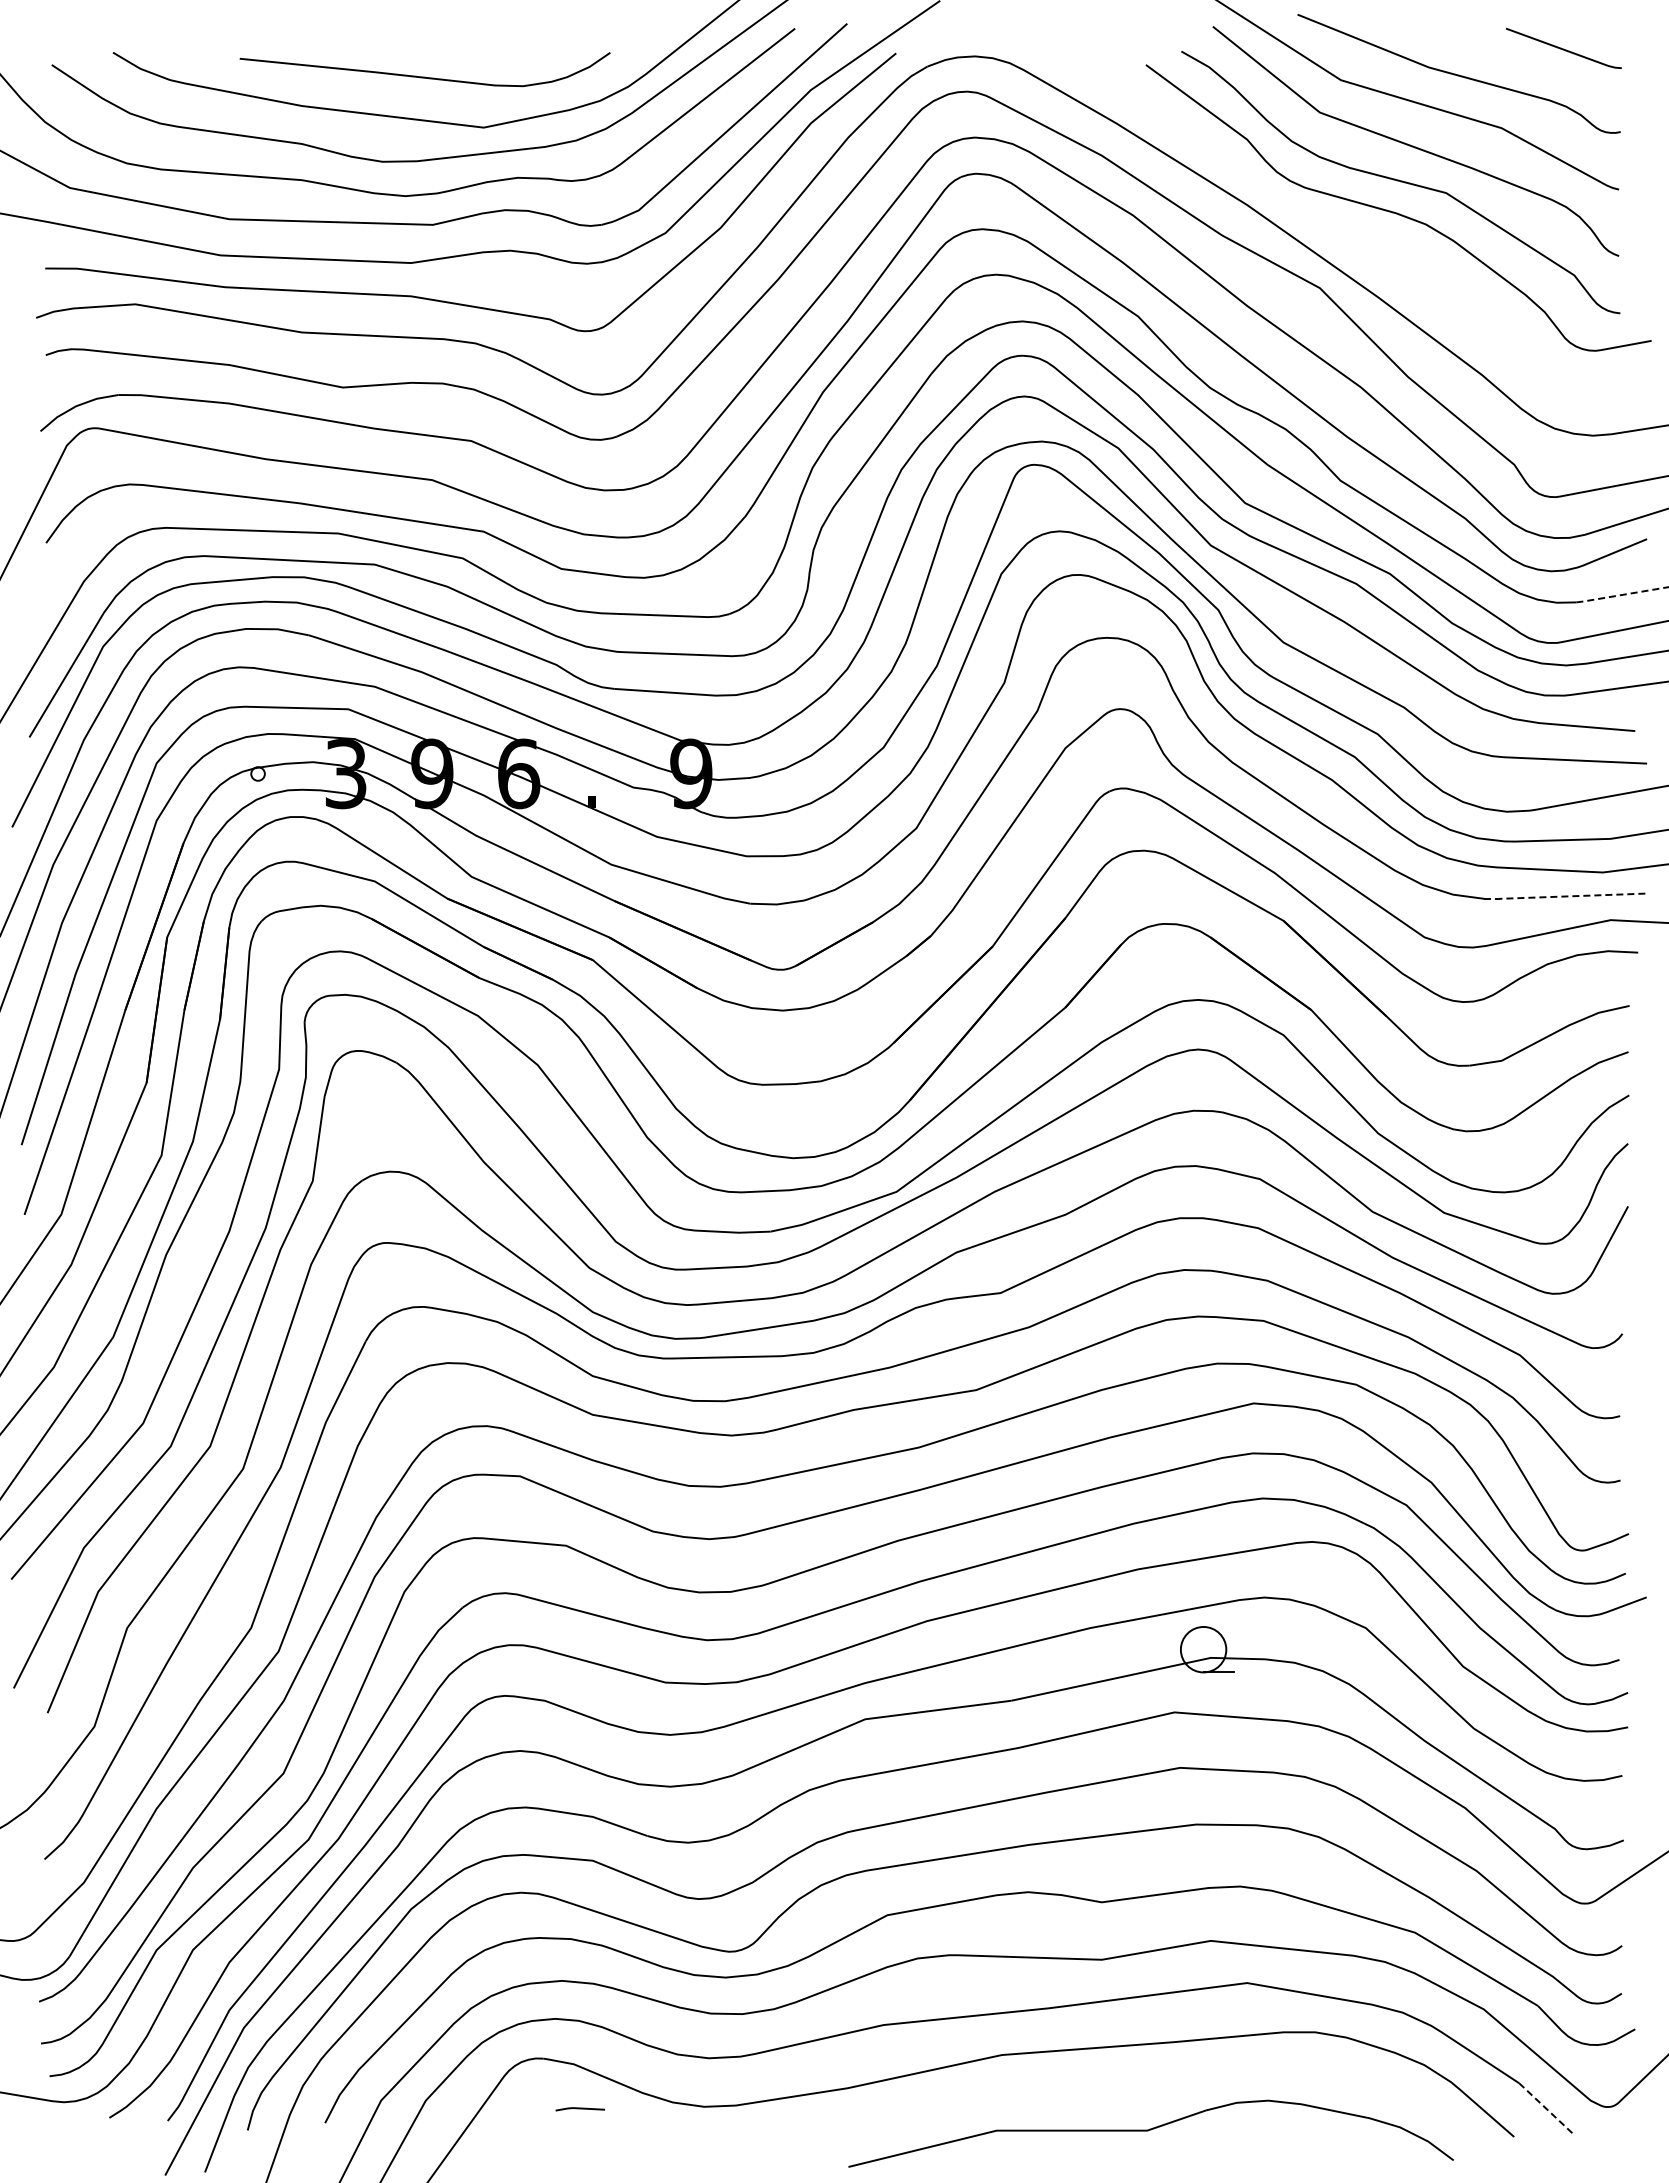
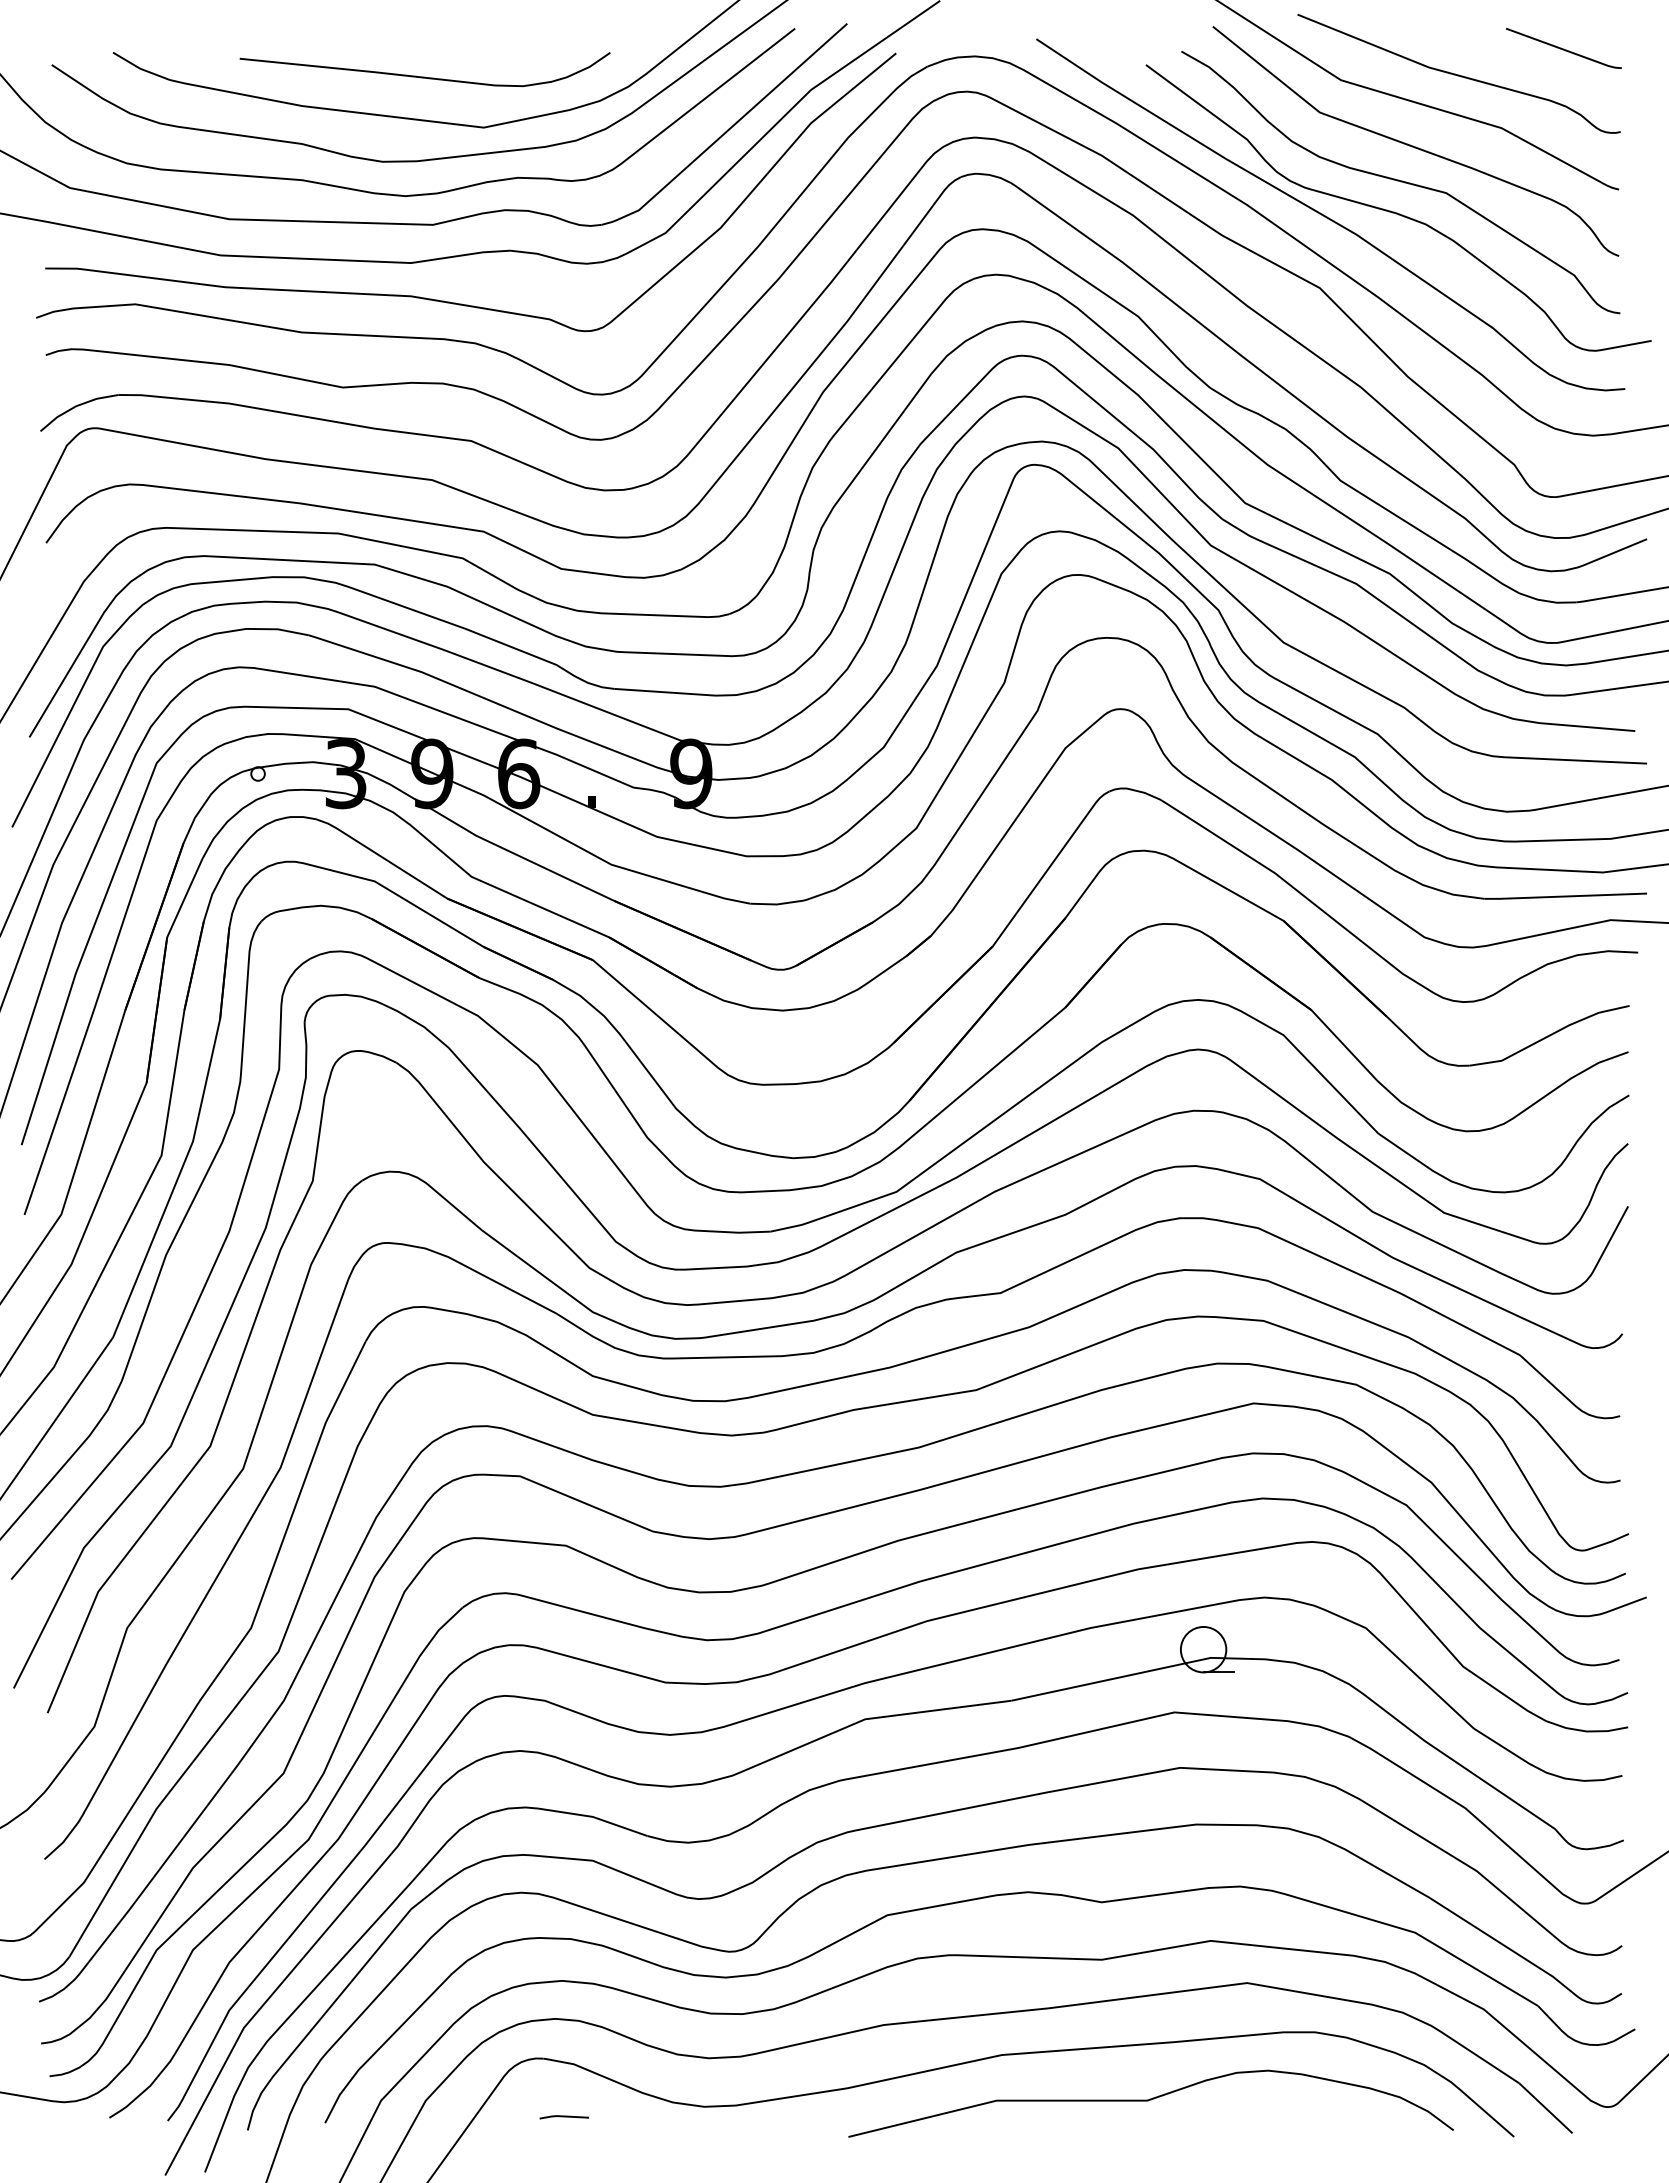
curve at (1329, 217): none -> present
line at (1621, 595): dashed -> solid
line at (1565, 896): dashed -> solid
line at (1545, 2108): dashed -> solid
line at (579, 2109) position: (579, 2109) -> (563, 2117)
curve at (1148, 2131) position: (1148, 2131) -> (1148, 2101)
